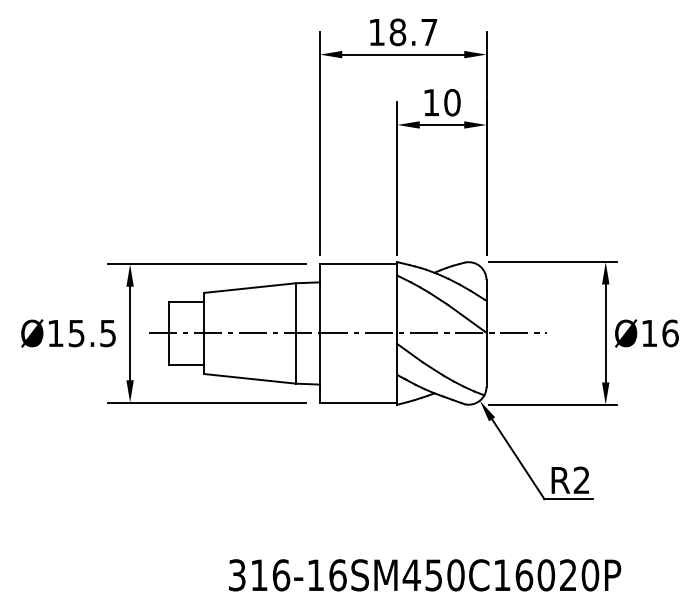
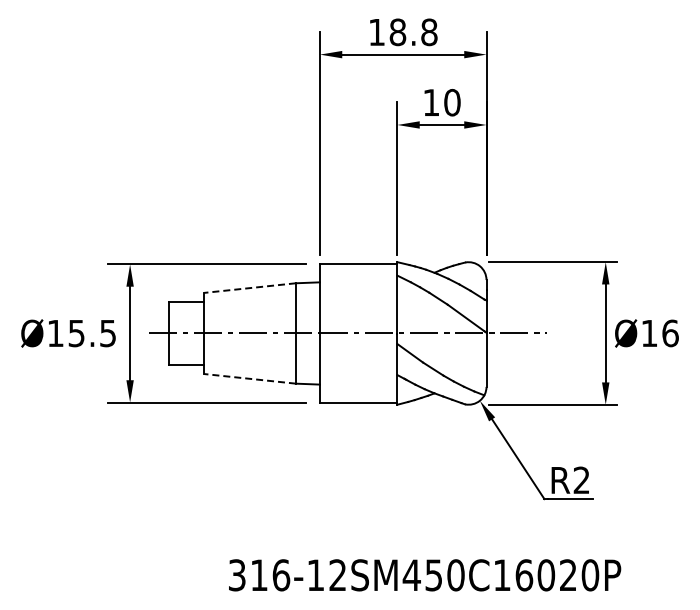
text at (429, 32): 18.7 -> 18.8
line at (249, 288): solid -> dashed
line at (249, 378): solid -> dashed
text at (337, 575): 316-16SM450C16020P -> 316-12SM450C16020P
